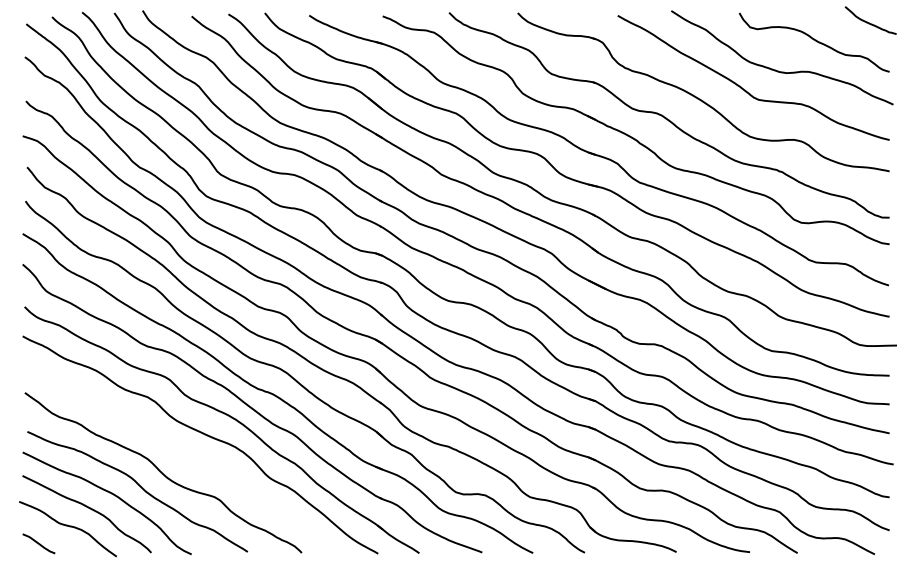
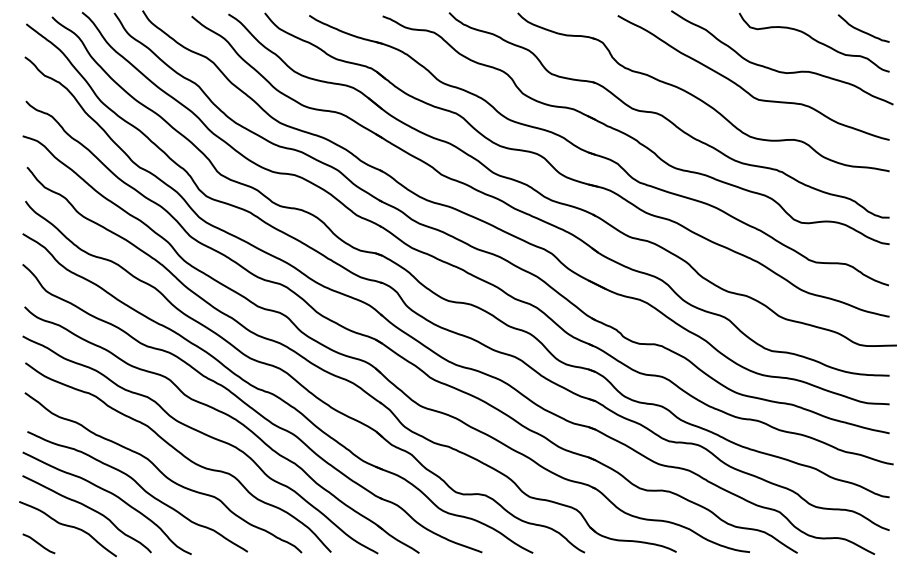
curve at (869, 22) position: (869, 22) -> (862, 30)
curve at (180, 454): none -> present
